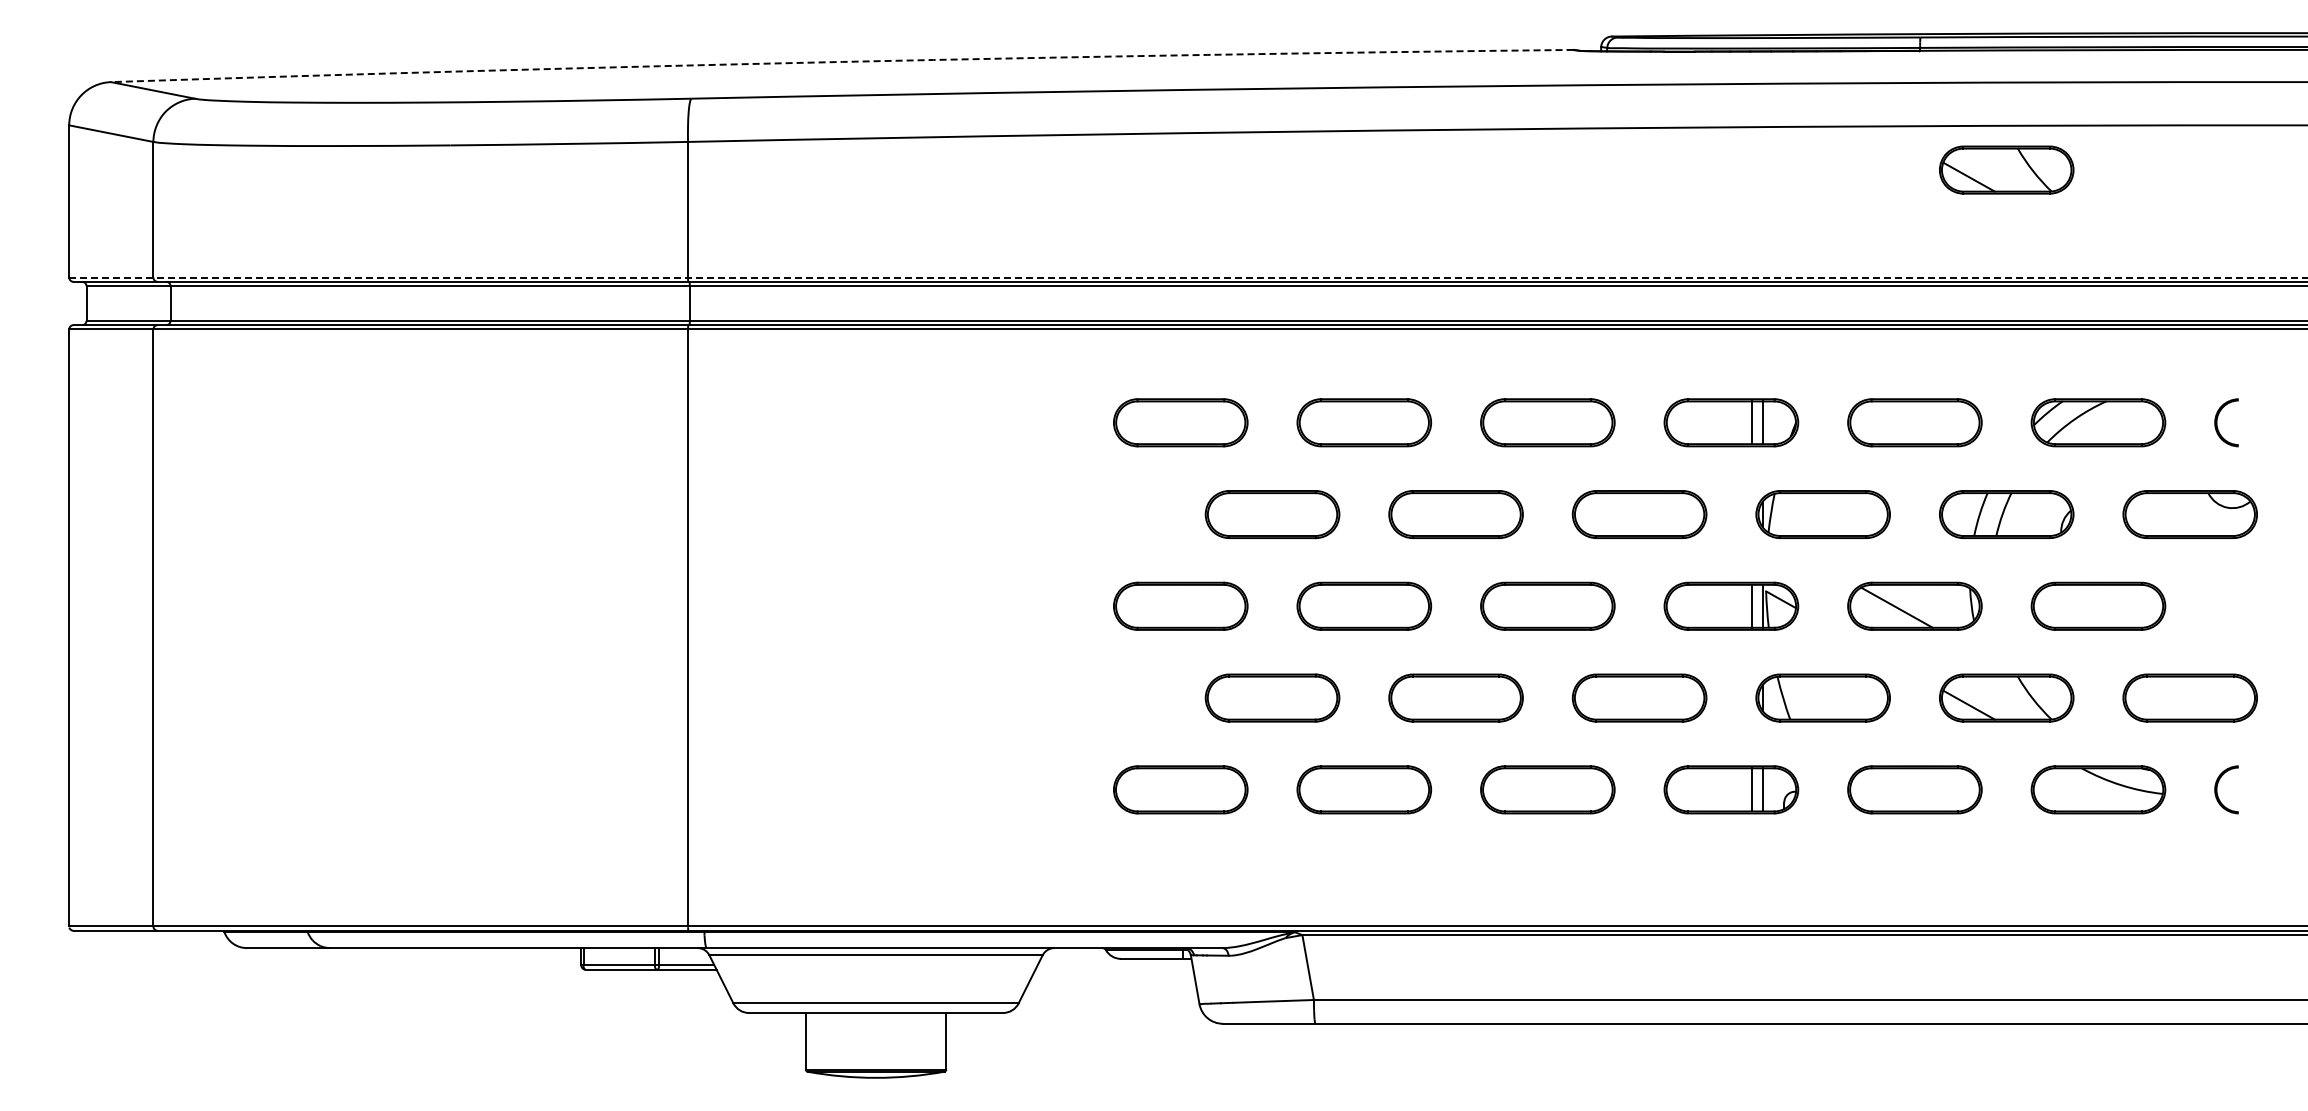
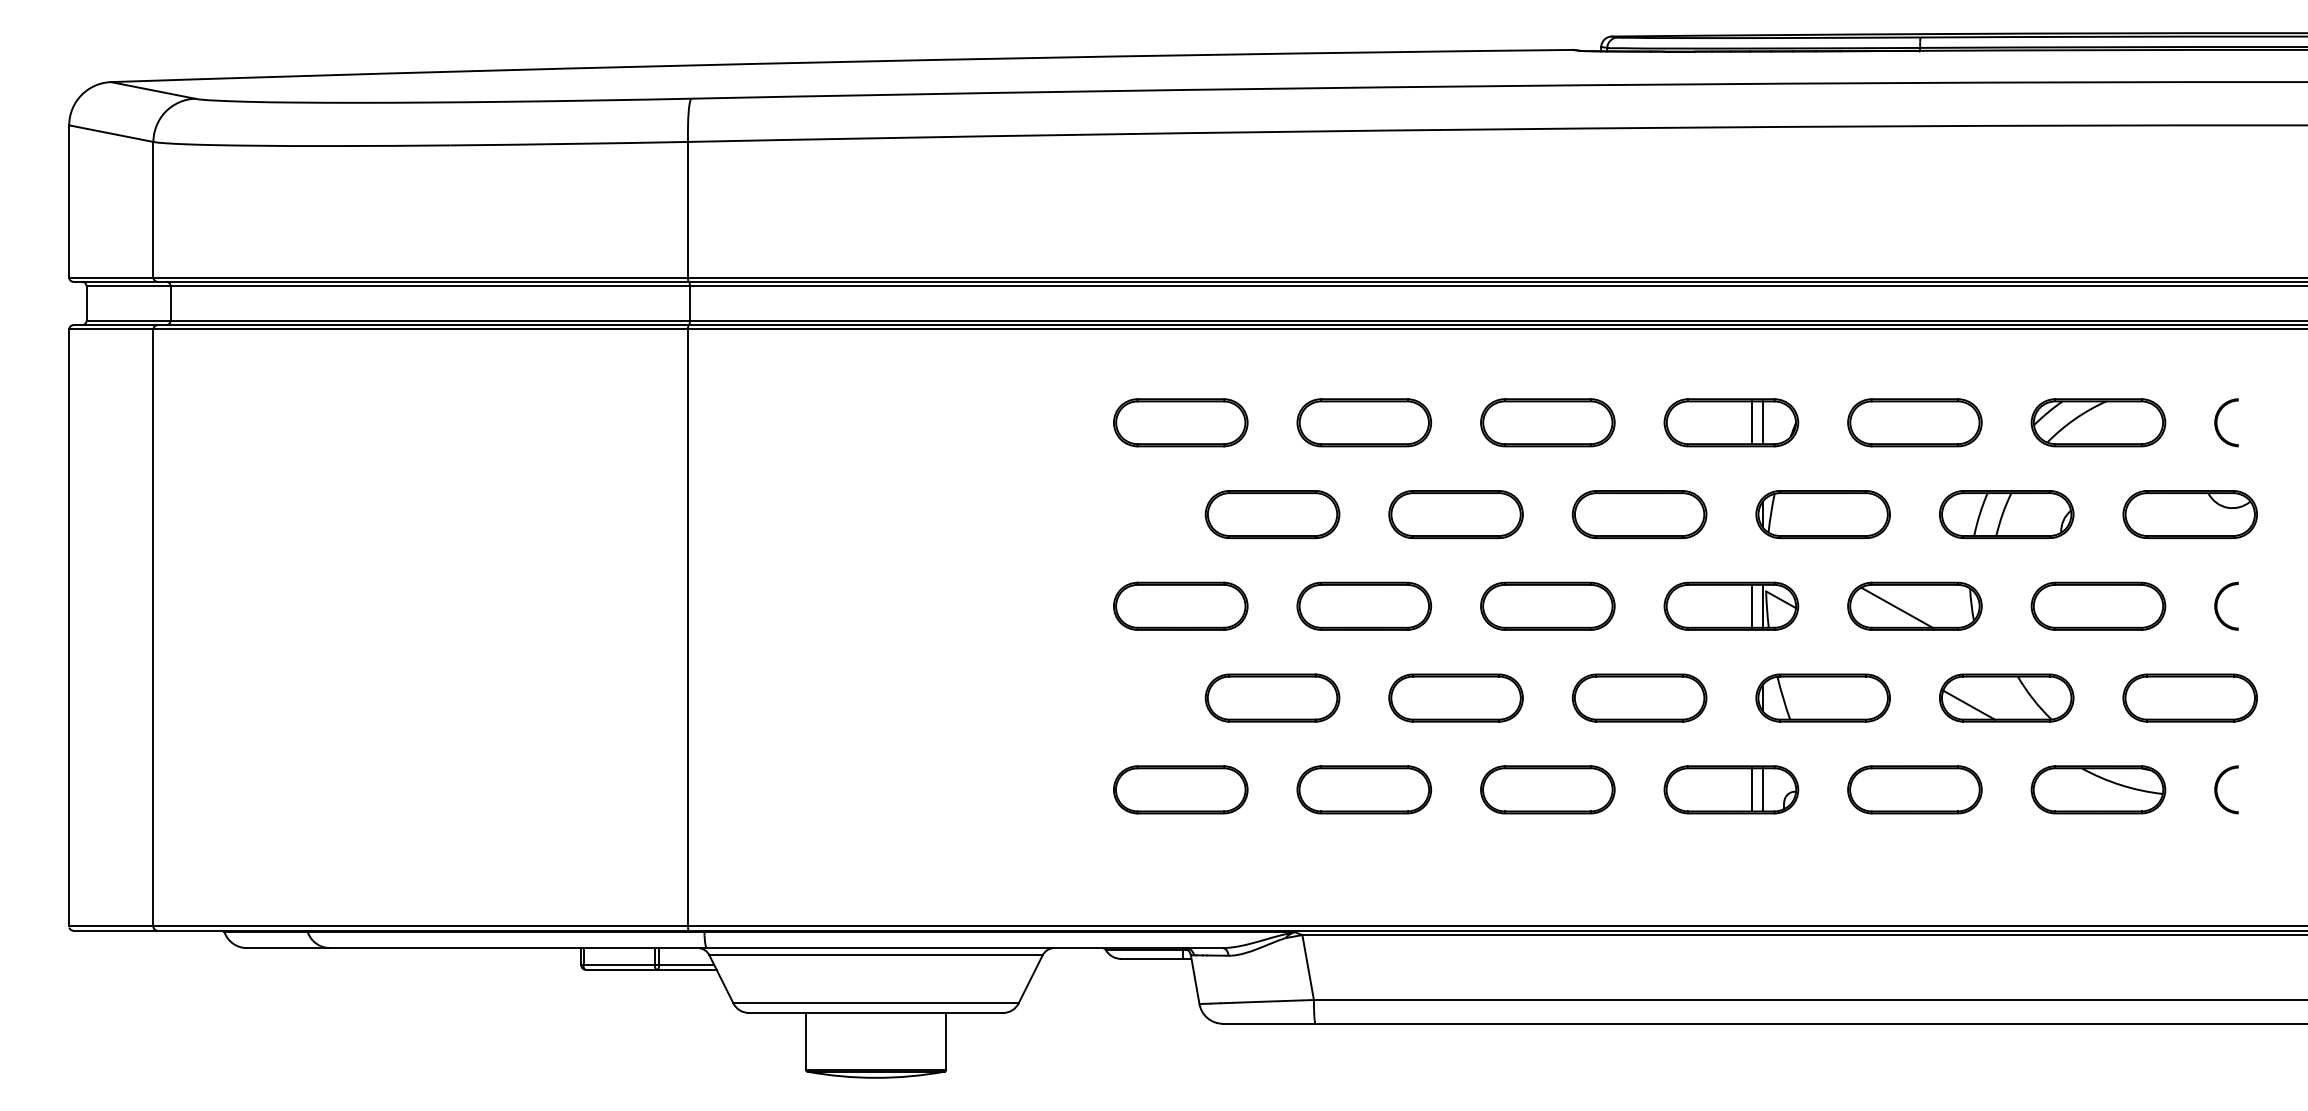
arc at (842, 61): dashed -> solid
part at (2006, 169): present -> none
line at (1189, 277): dashed -> solid
part at (2217, 605): none -> present
